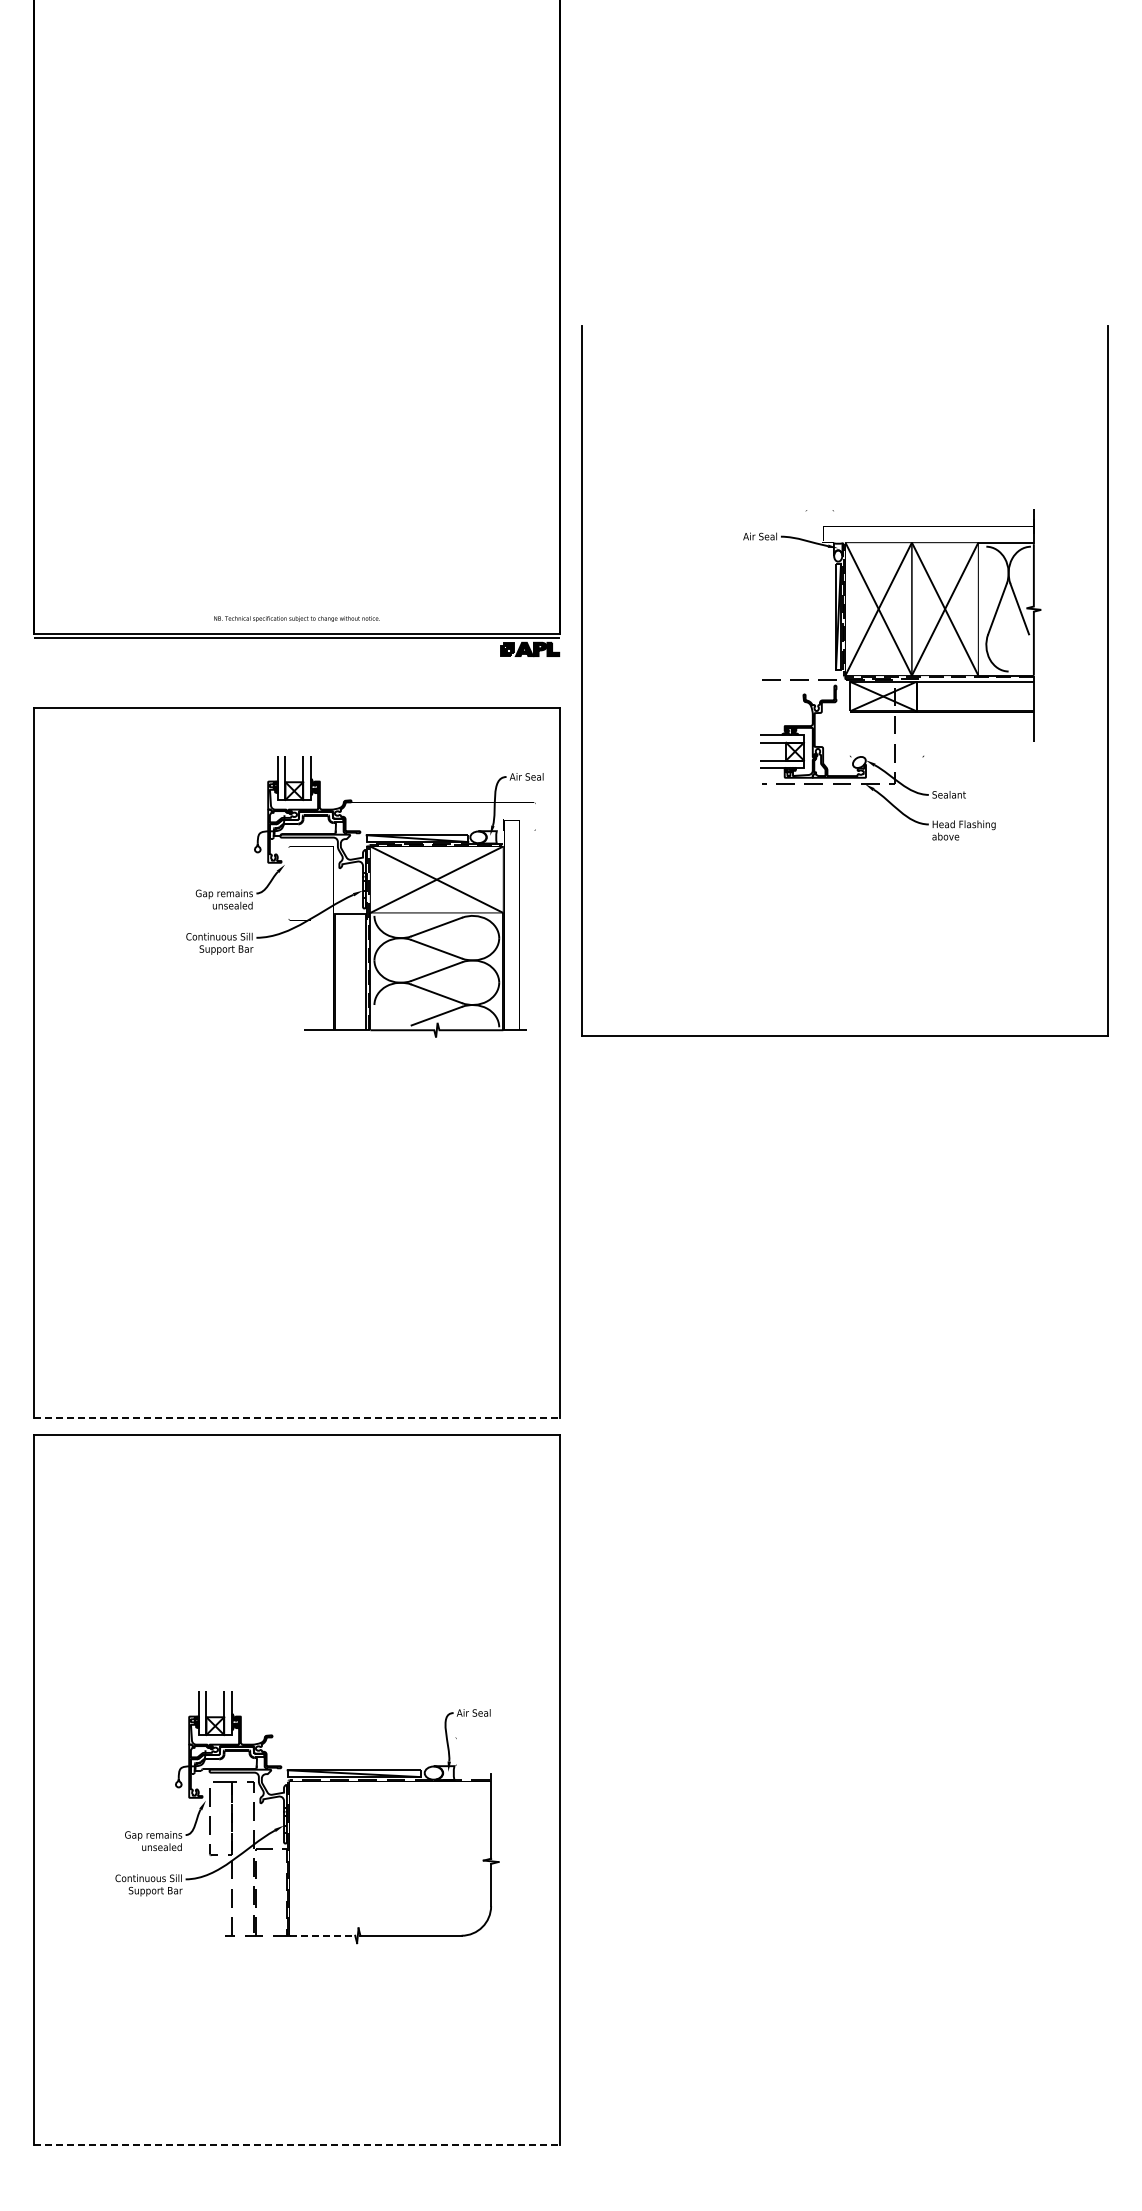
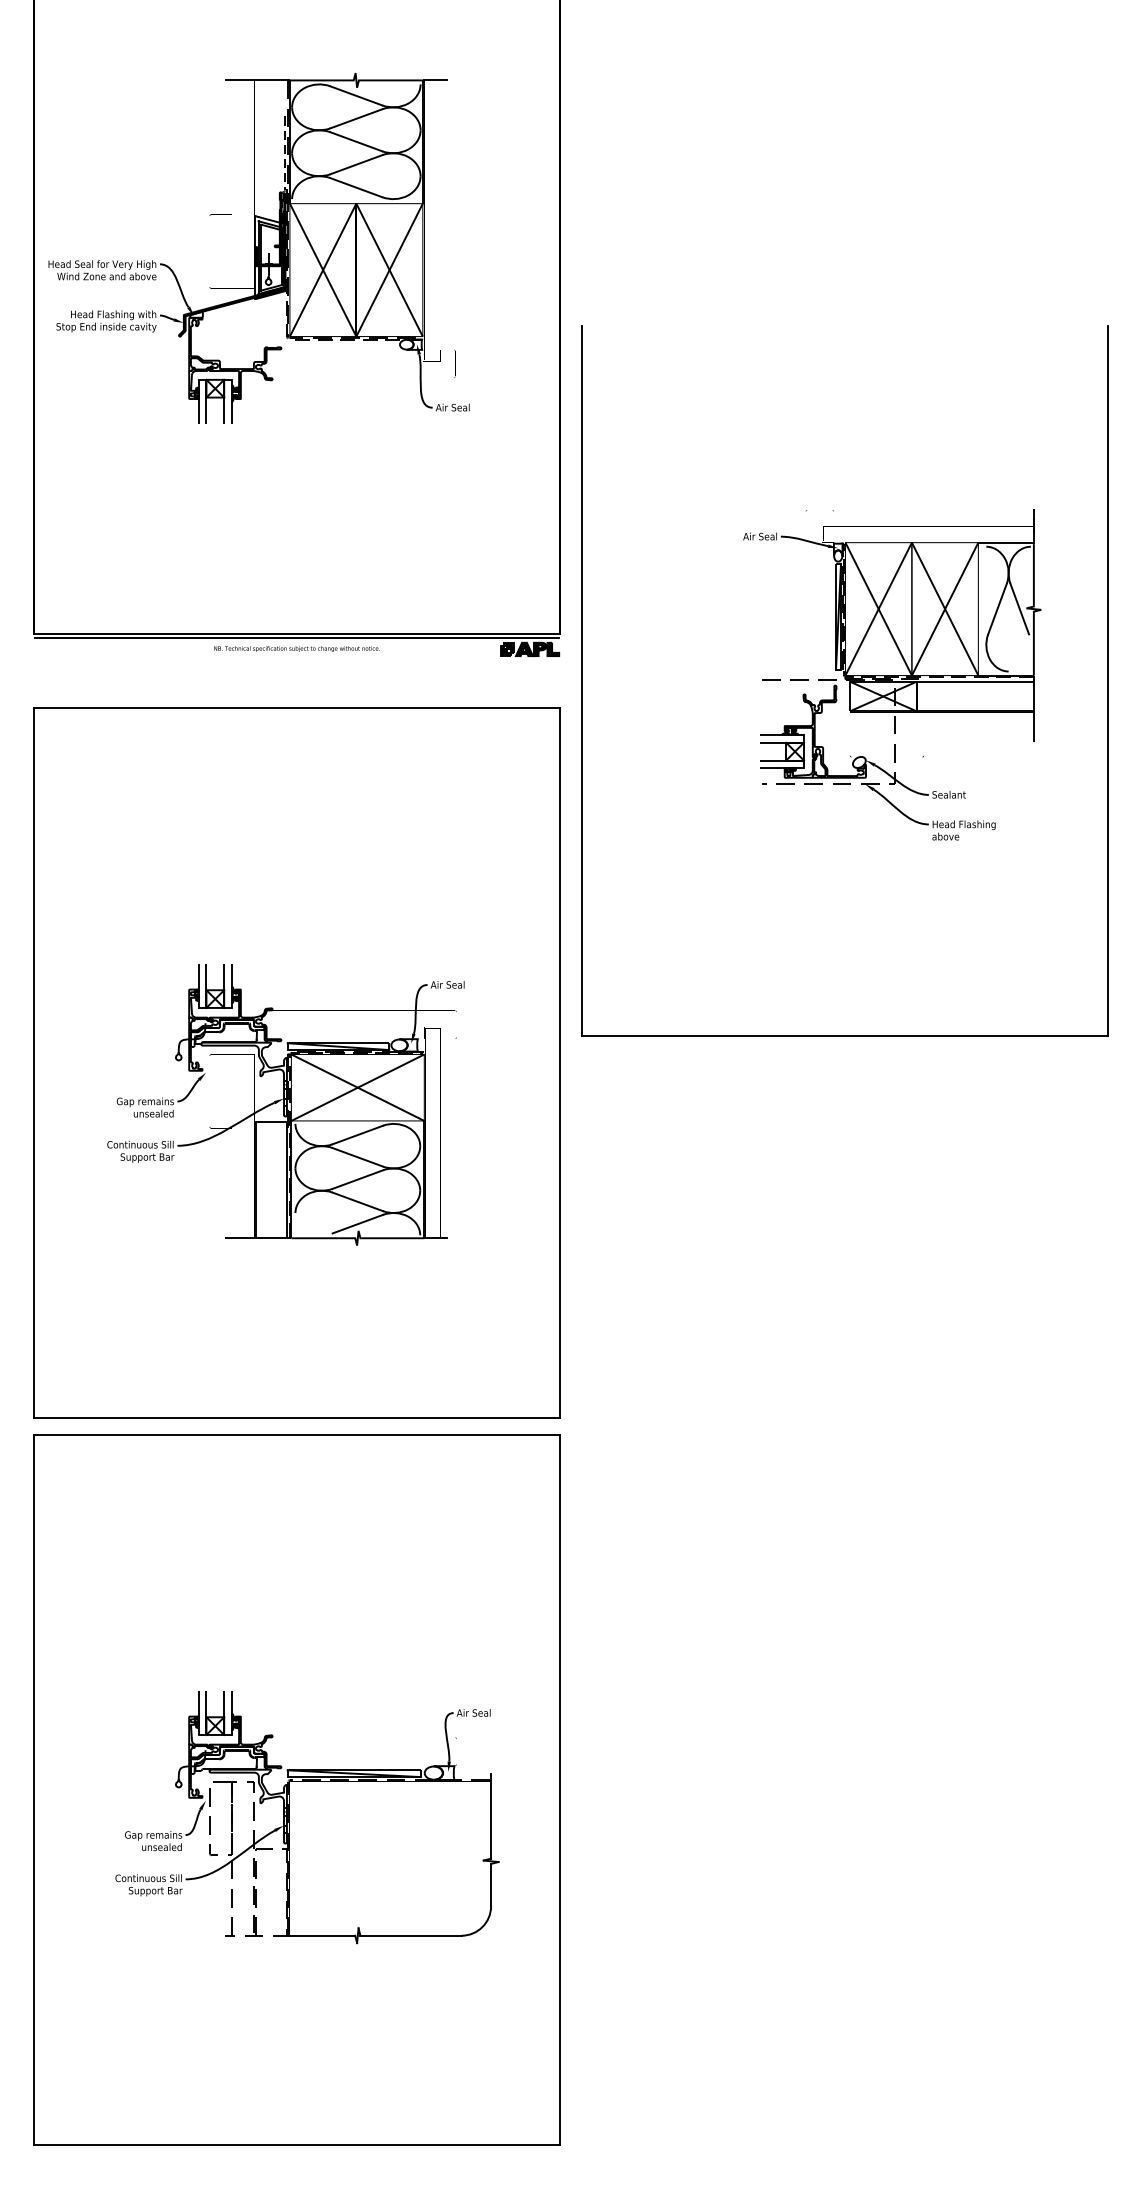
part at (258, 247): none -> present
text at (296, 618) position: (296, 618) -> (296, 648)
part at (364, 896) position: (364, 896) -> (285, 1104)
line at (297, 1417): dashed -> solid
line at (322, 1935): dashed -> solid
line at (297, 2144): dashed -> solid
